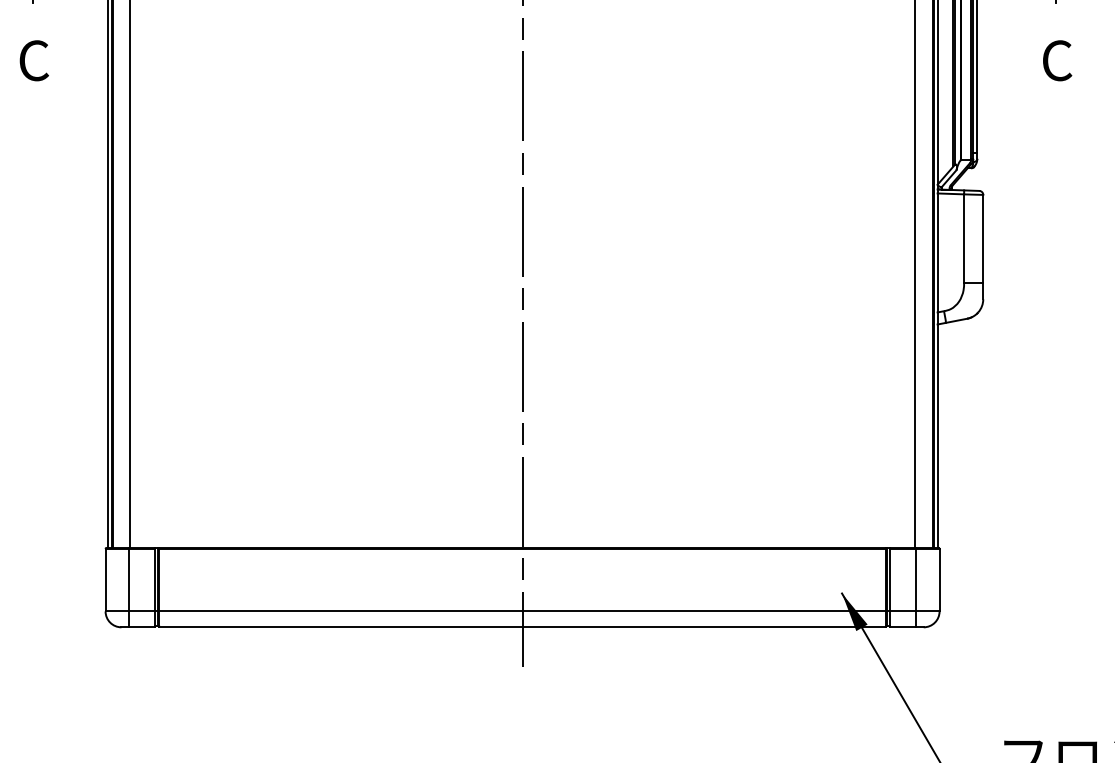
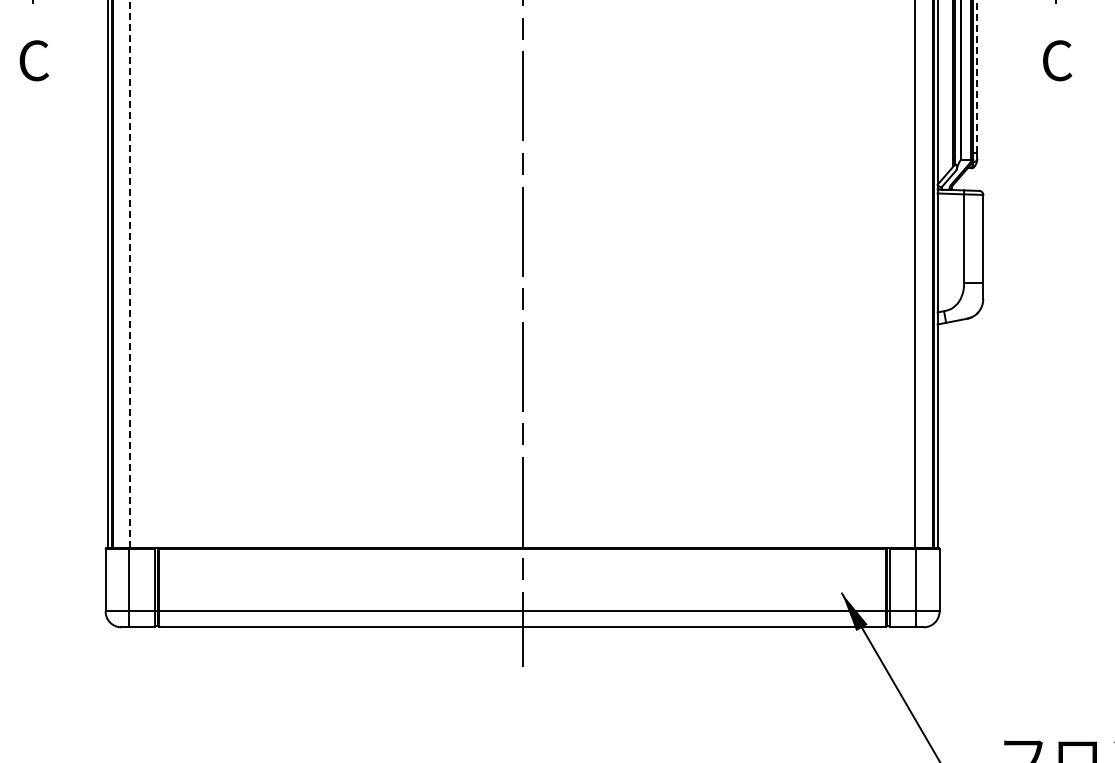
line at (977, 76): solid -> dashed
line at (130, 273): solid -> dashed
